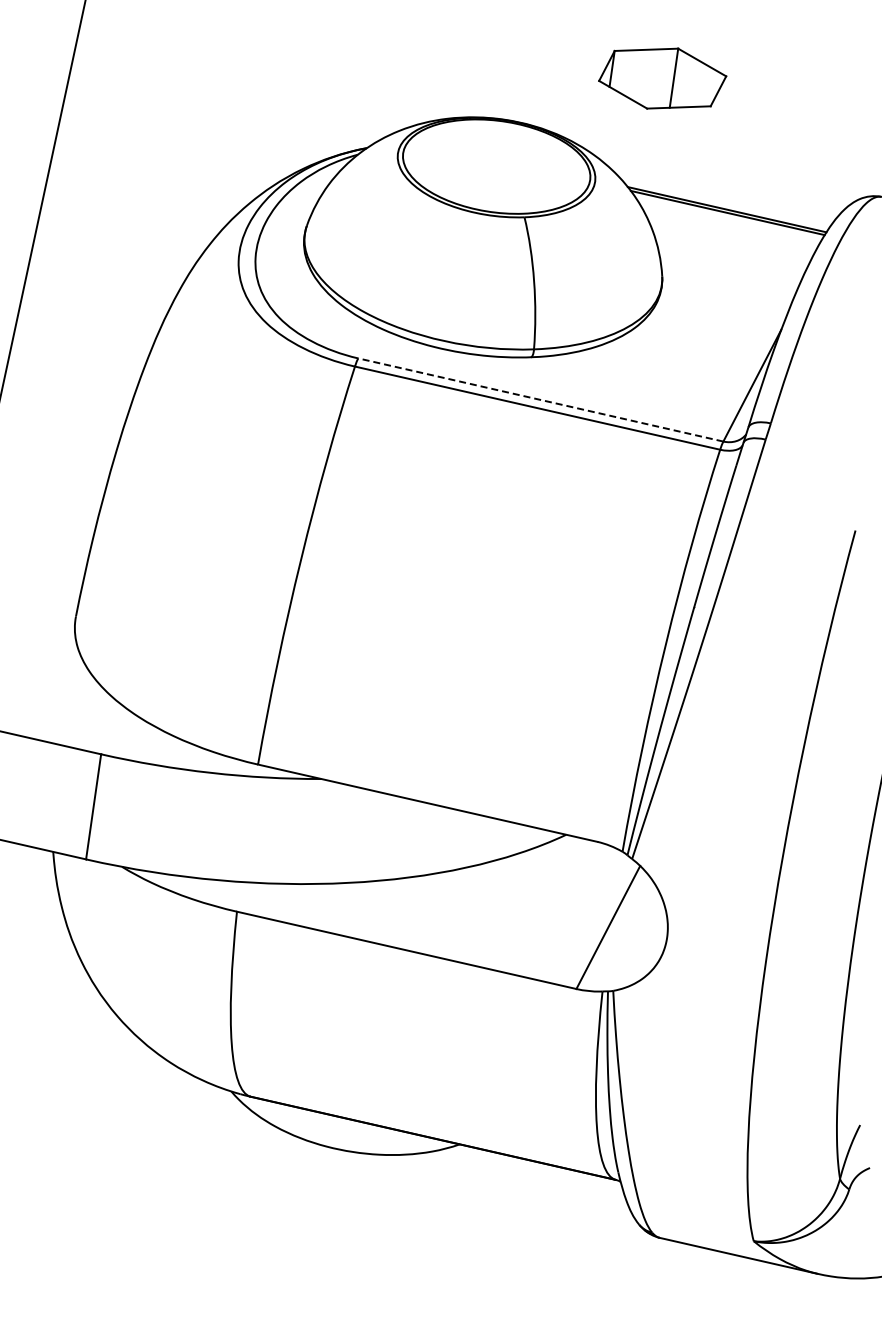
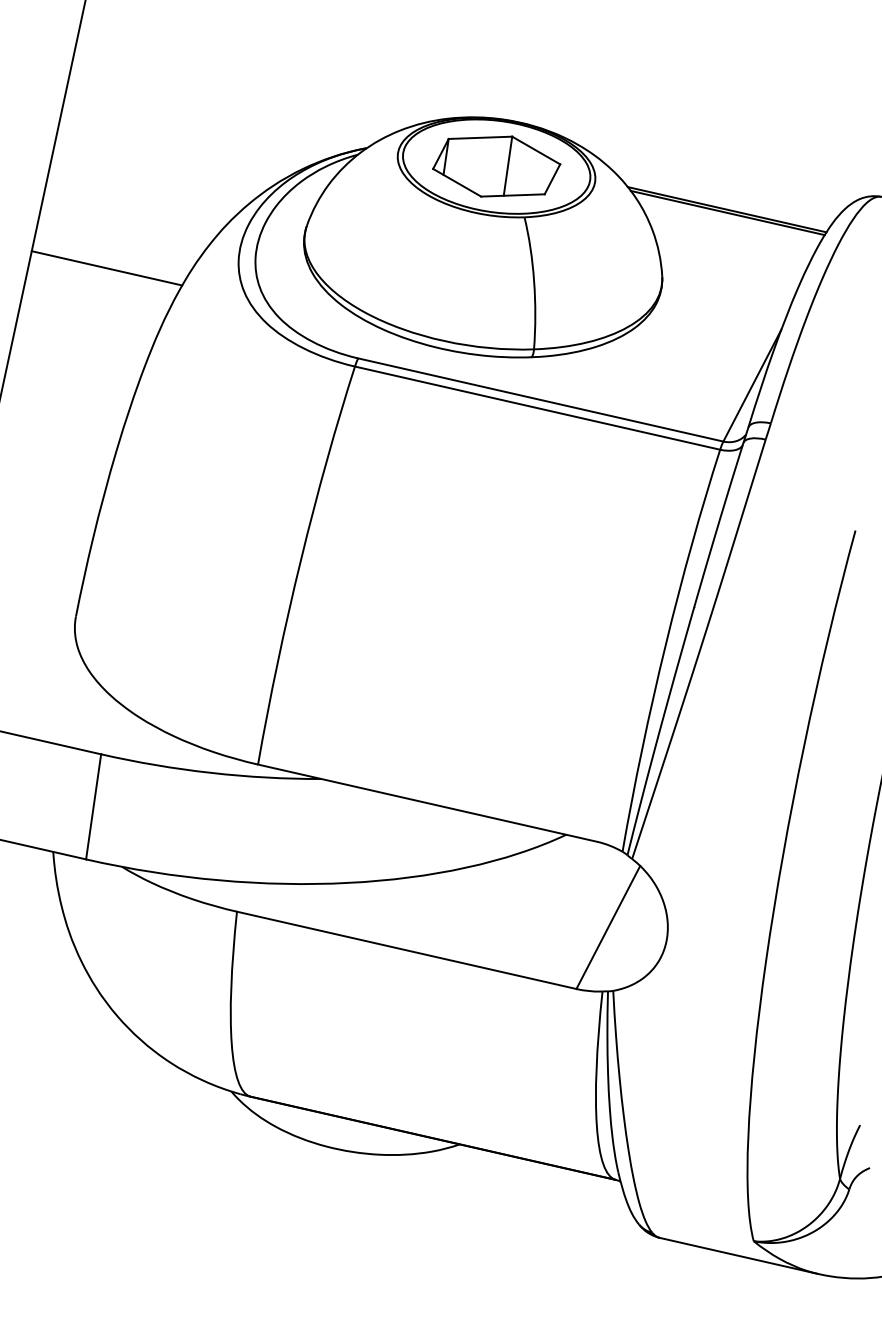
part at (662, 78) position: (662, 78) -> (496, 166)
line at (106, 268): none -> present
line at (540, 399): dashed -> solid
